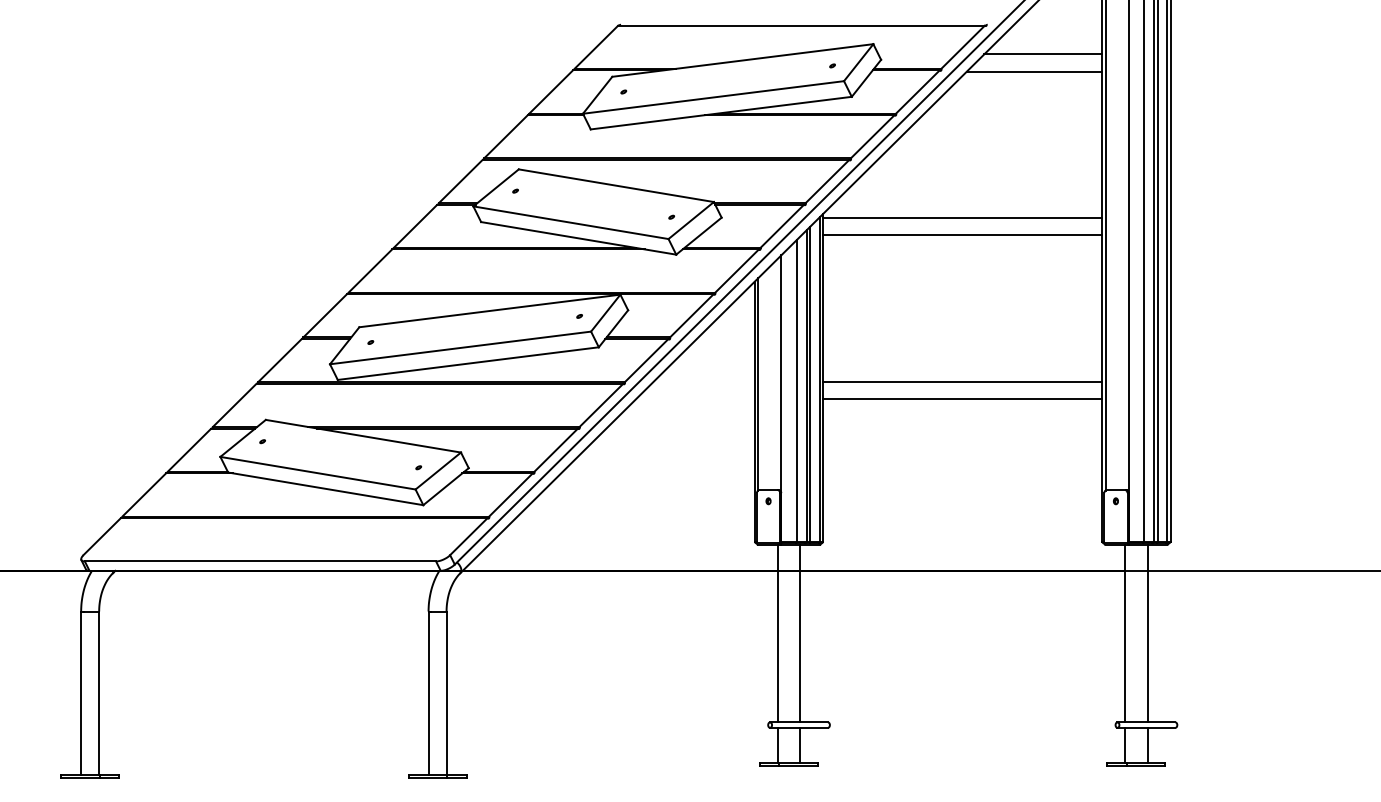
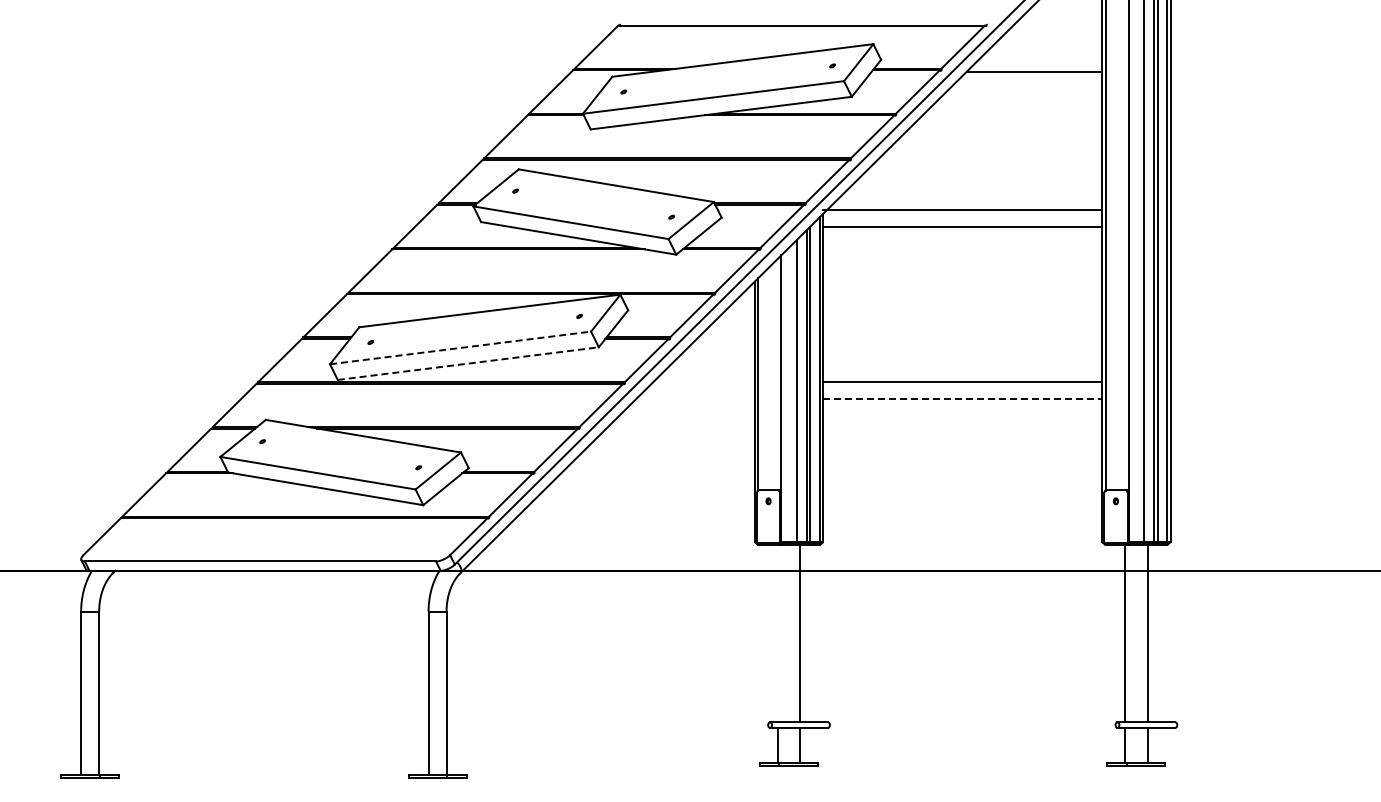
line at (1043, 54): present -> none
line at (962, 217) position: (962, 217) -> (962, 209)
line at (962, 235) position: (962, 235) -> (962, 227)
line at (460, 347): solid -> dashed
line at (468, 363): solid -> dashed
line at (962, 399): solid -> dashed
line at (777, 633): present -> none
